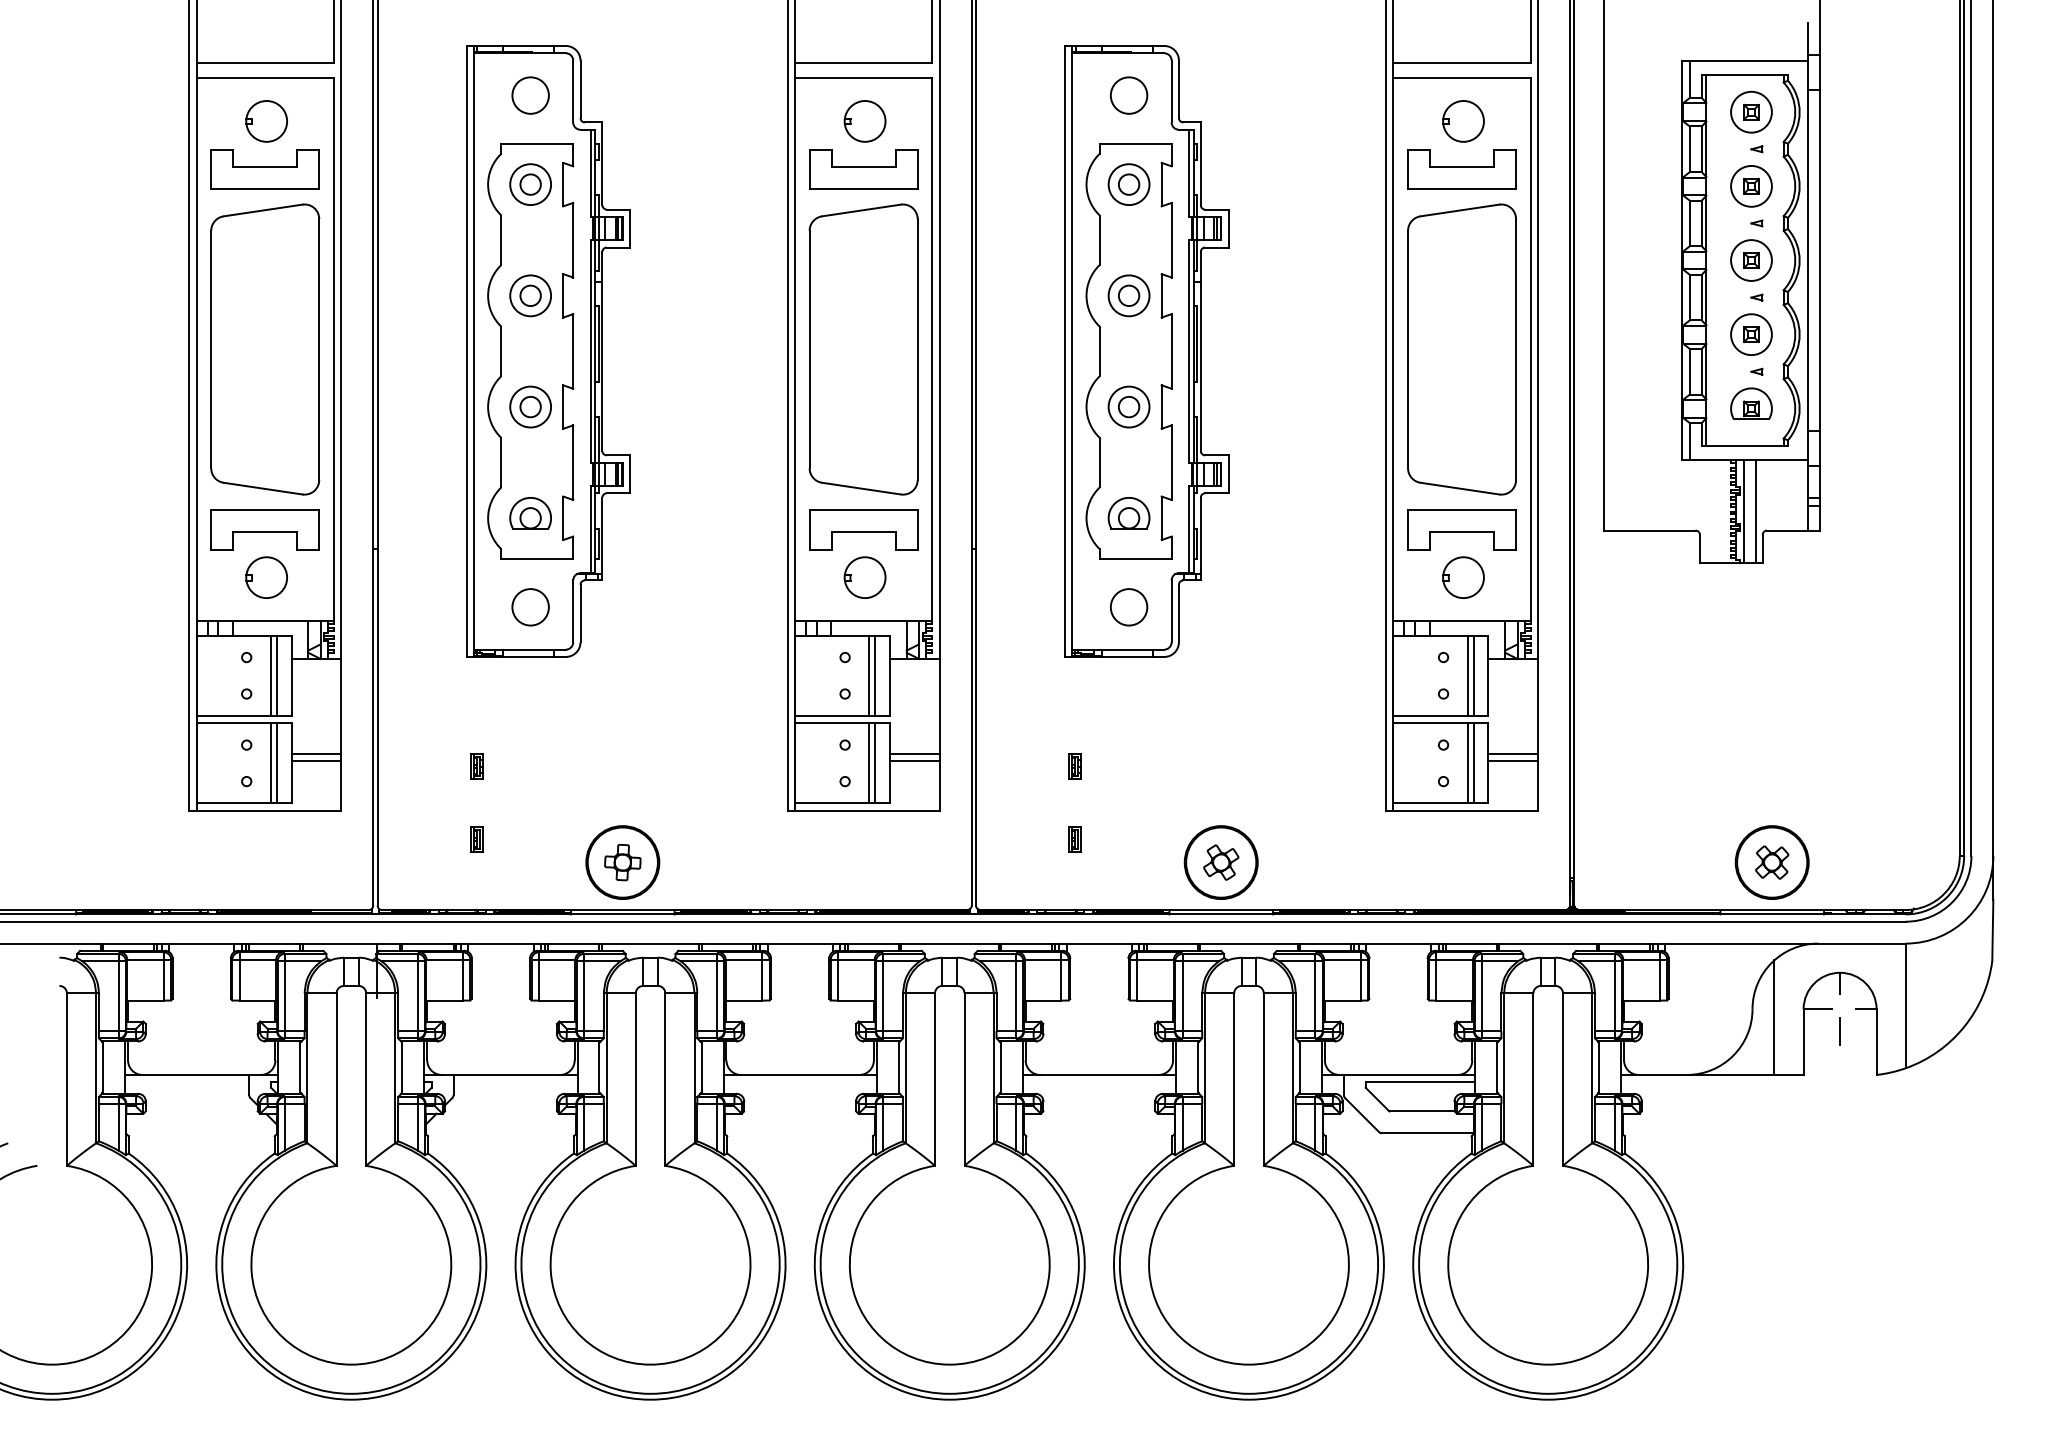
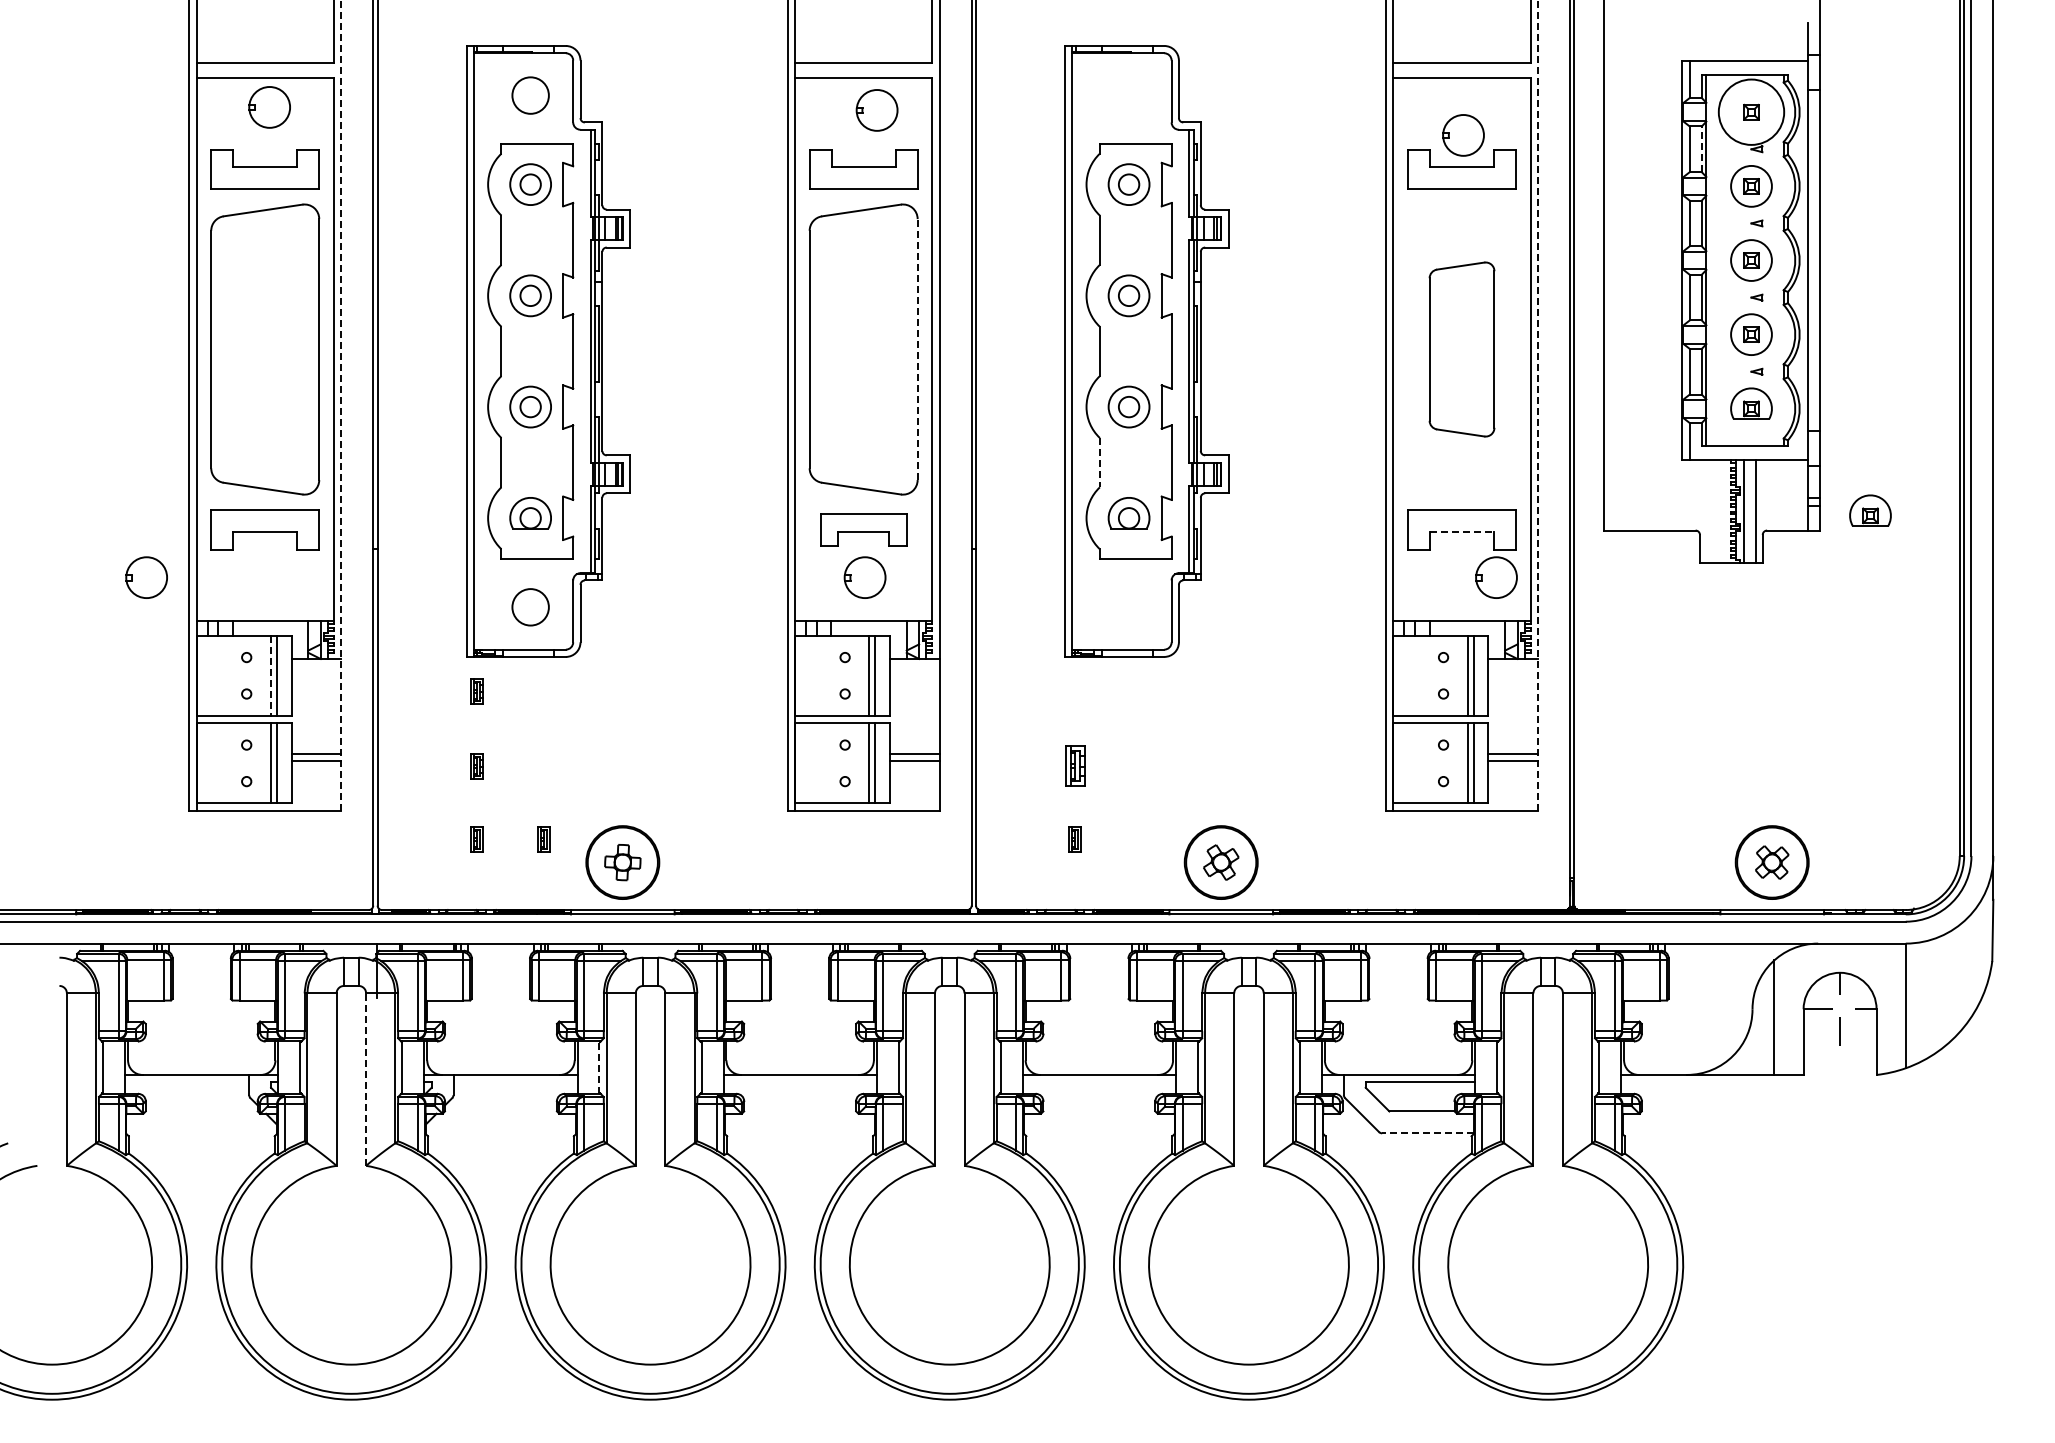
circle at (1129, 95): present -> none
circle at (1751, 111) diameter: 41 px -> 65 px
part at (266, 121) position: (266, 121) -> (269, 107)
part at (864, 121) position: (864, 121) -> (876, 110)
part at (1463, 121) position: (1463, 121) -> (1463, 135)
line at (1701, 149): solid -> dashed
line at (917, 349): solid -> dashed
part at (1461, 349) size: 110x293 px -> 68x177 px
line at (341, 404): solid -> dashed
line at (1537, 404): solid -> dashed
line at (1099, 462): solid -> dashed
part at (1870, 510): none -> present
part at (863, 529) size: 110x42 px -> 88x34 px
line at (1462, 532): solid -> dashed
part at (266, 577) position: (266, 577) -> (146, 577)
part at (1463, 577) position: (1463, 577) -> (1496, 577)
circle at (1129, 607): present -> none
line at (271, 676): solid -> dashed
part at (476, 691): none -> present
part at (1074, 766) size: 14x27 px -> 21x42 px
part at (543, 839): none -> present
line at (599, 1067): solid -> dashed
line at (366, 1079): solid -> dashed
line at (1428, 1133): solid -> dashed
